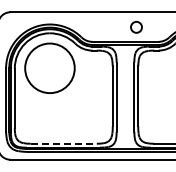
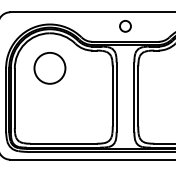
circle at (136, 27) position: (136, 27) -> (125, 26)
circle at (49, 68) diameter: 50 px -> 31 px
line at (64, 143): dashed -> solid
